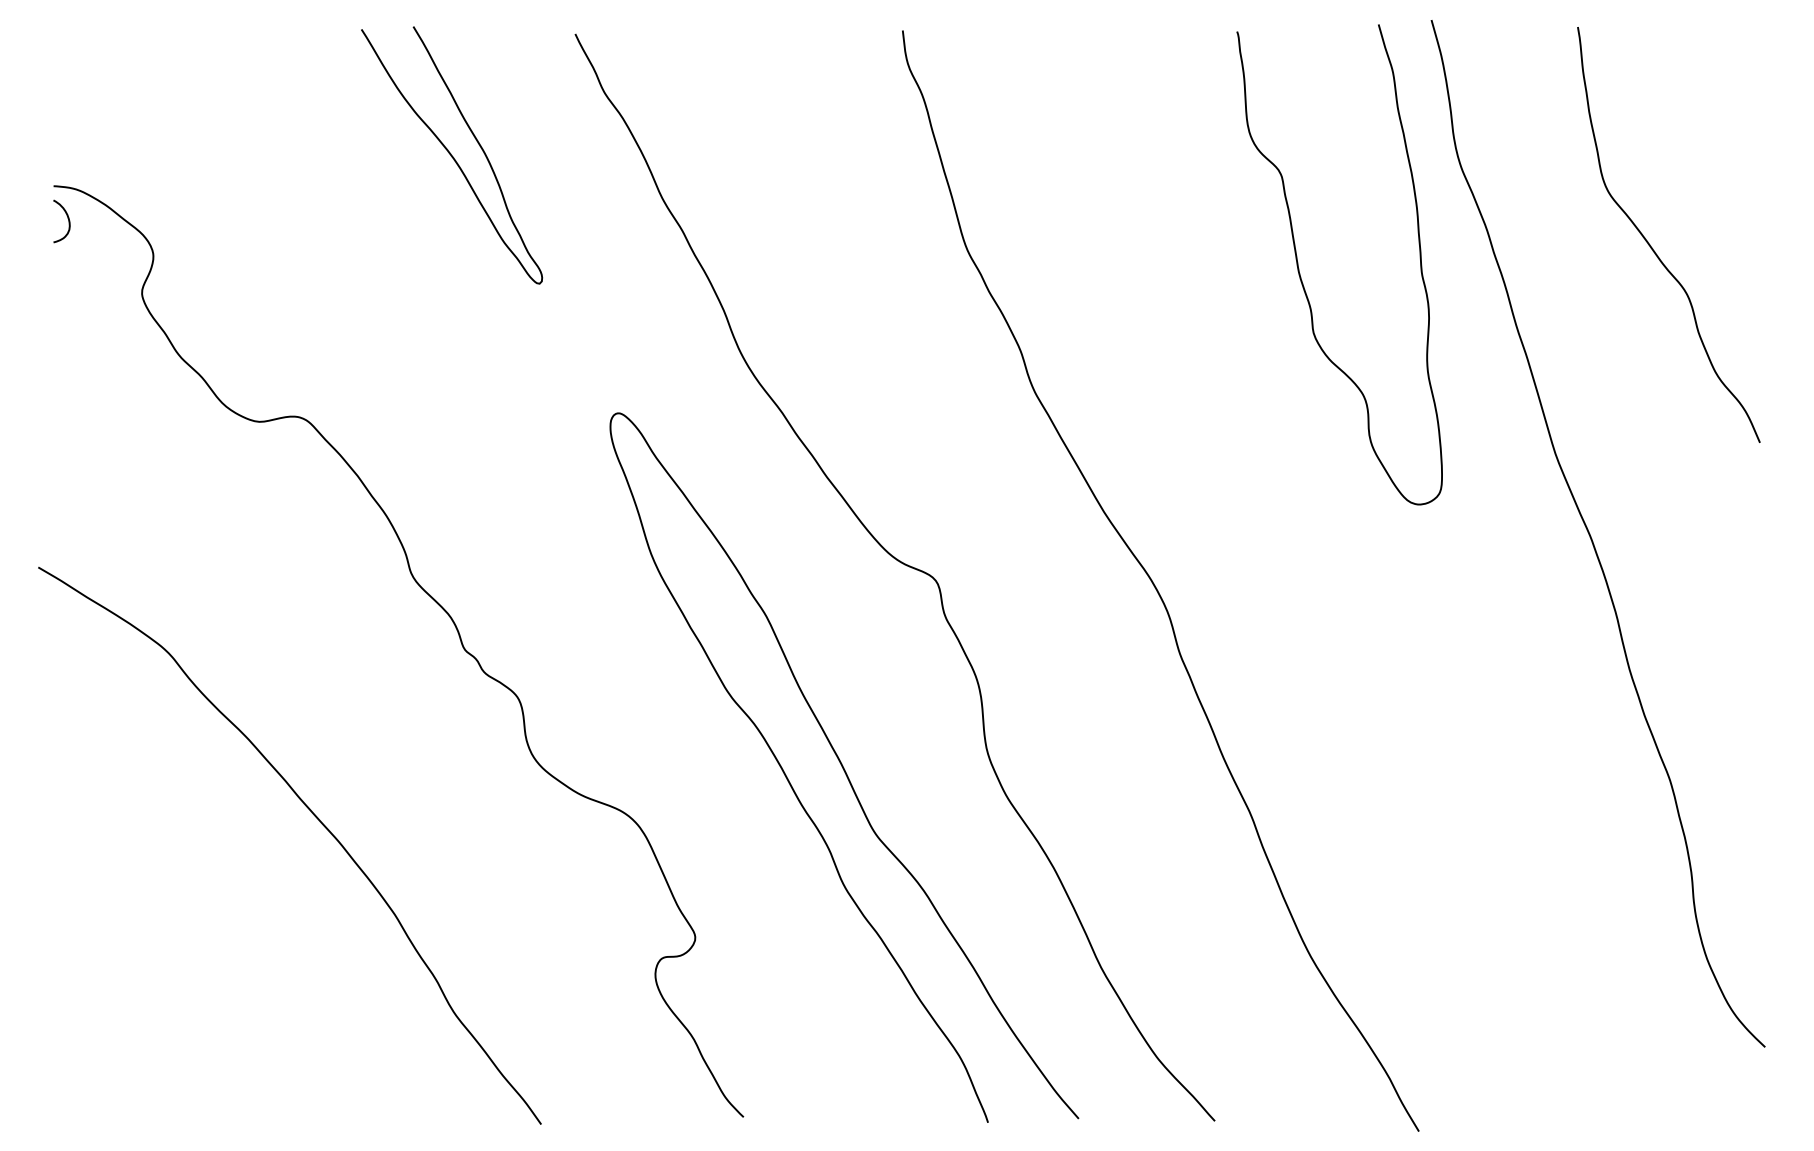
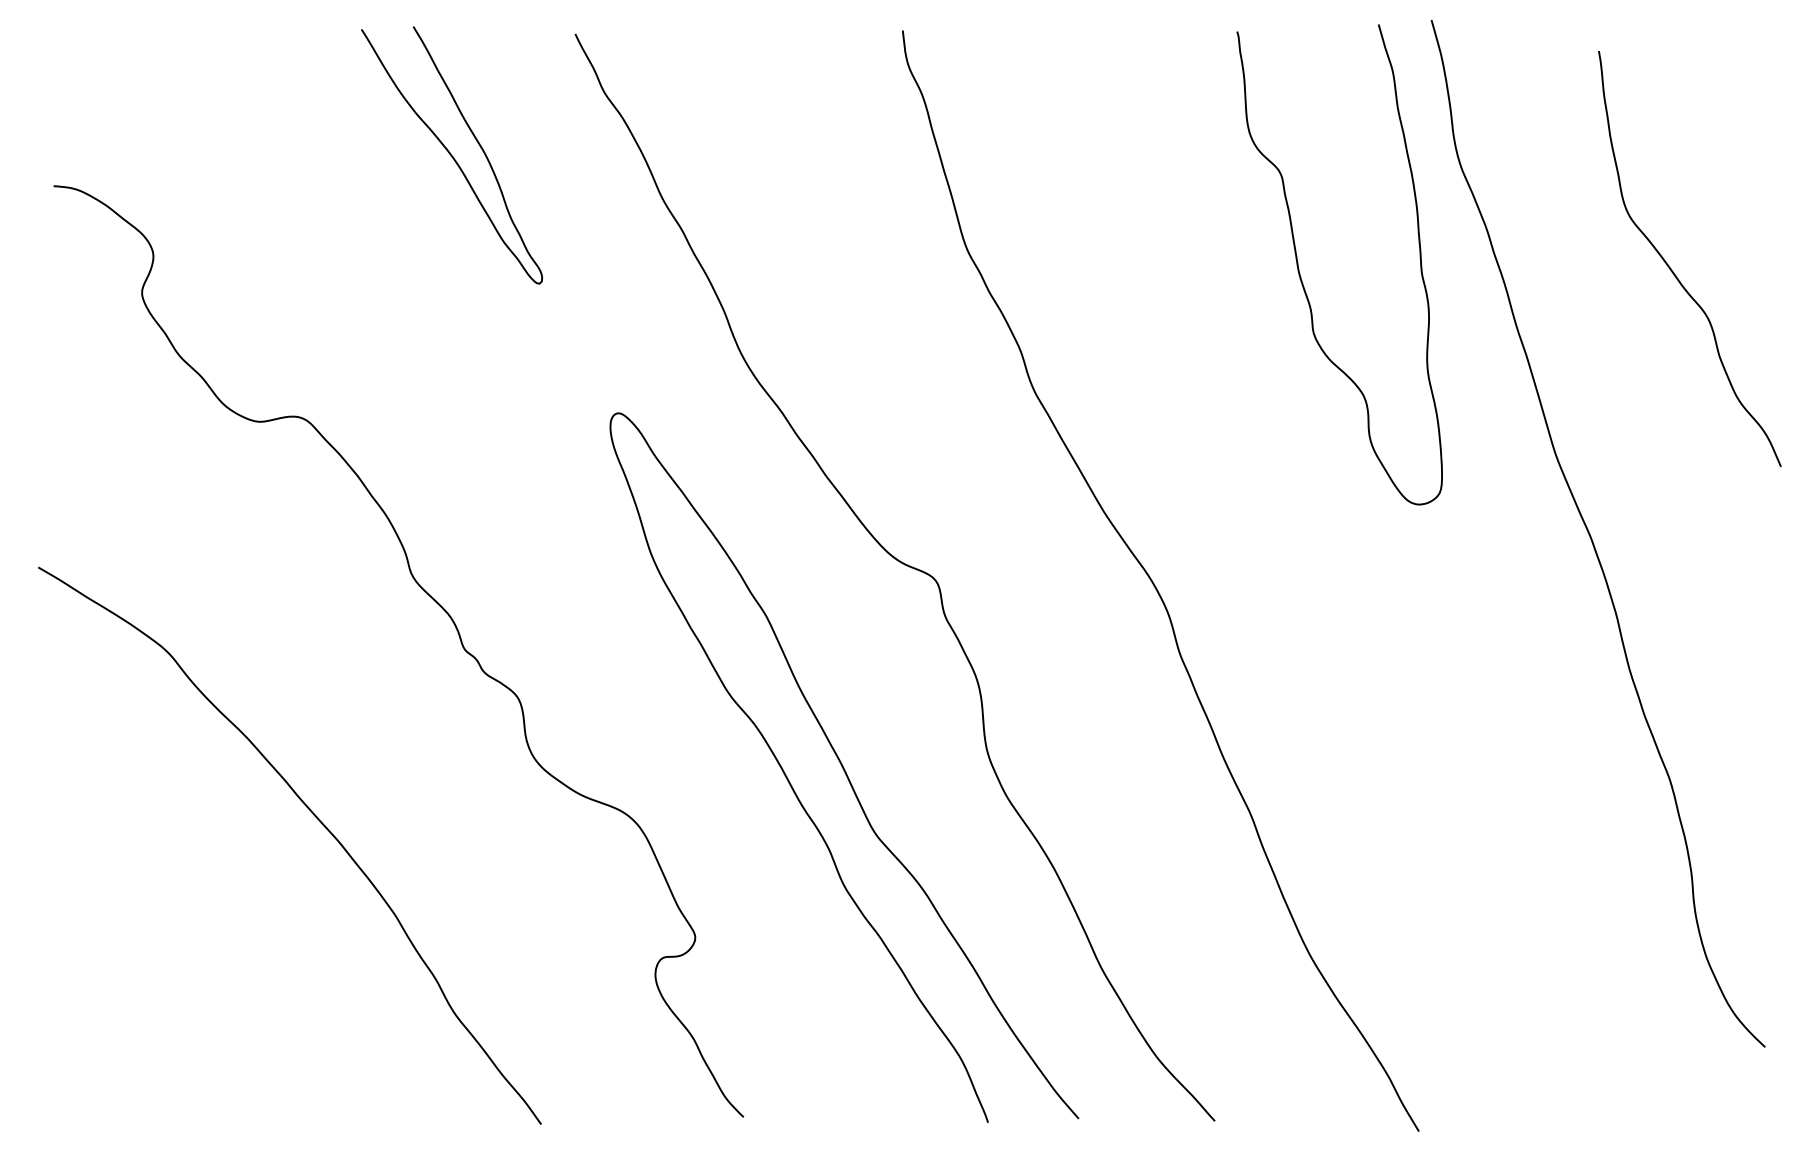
curve at (67, 218): present -> none
curve at (1653, 248) position: (1653, 248) -> (1674, 272)
